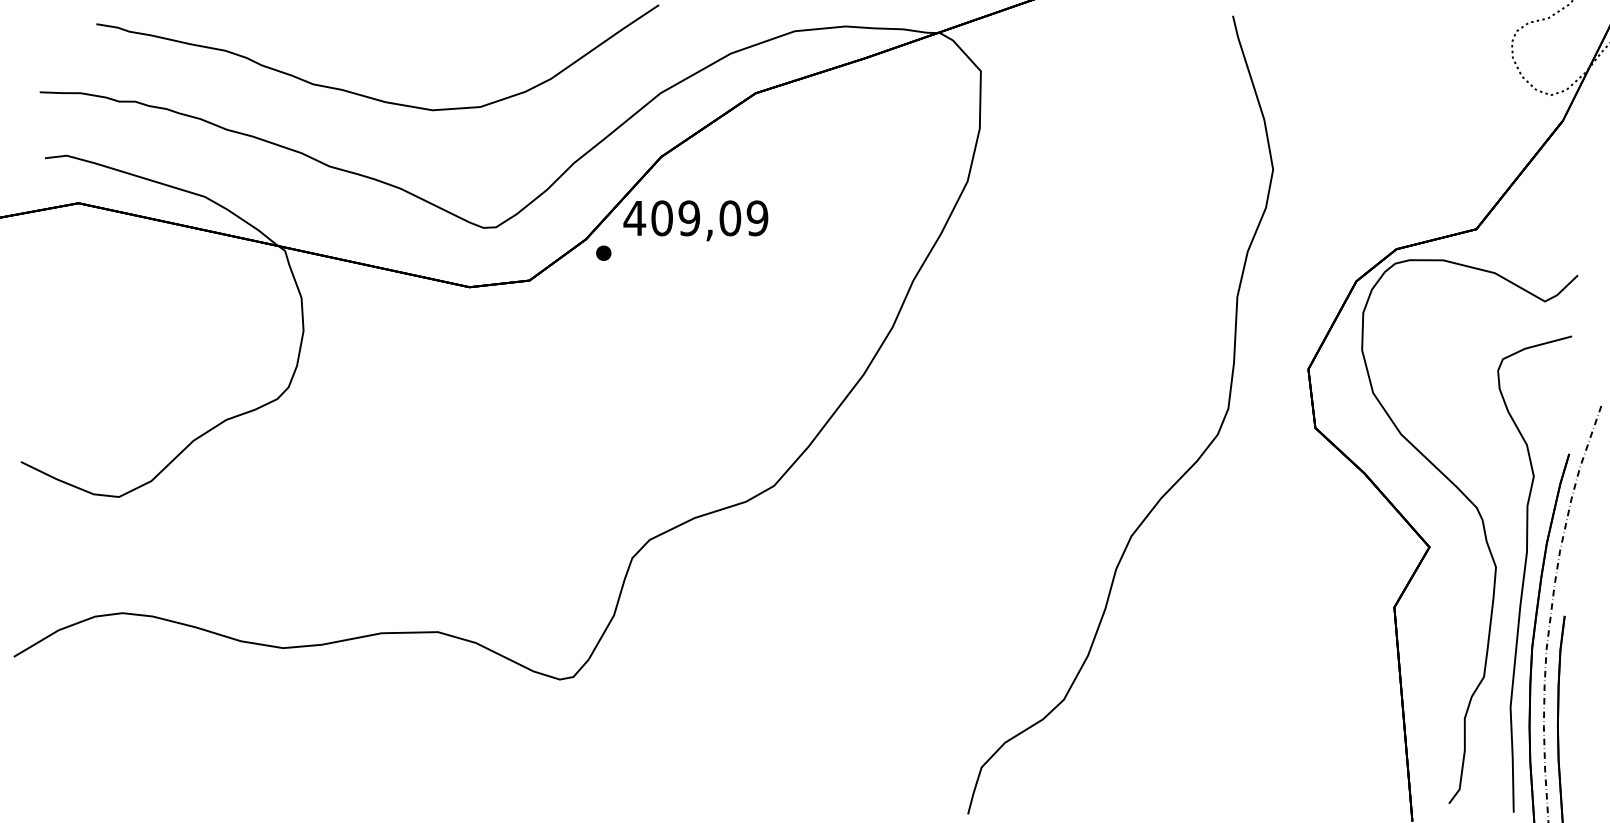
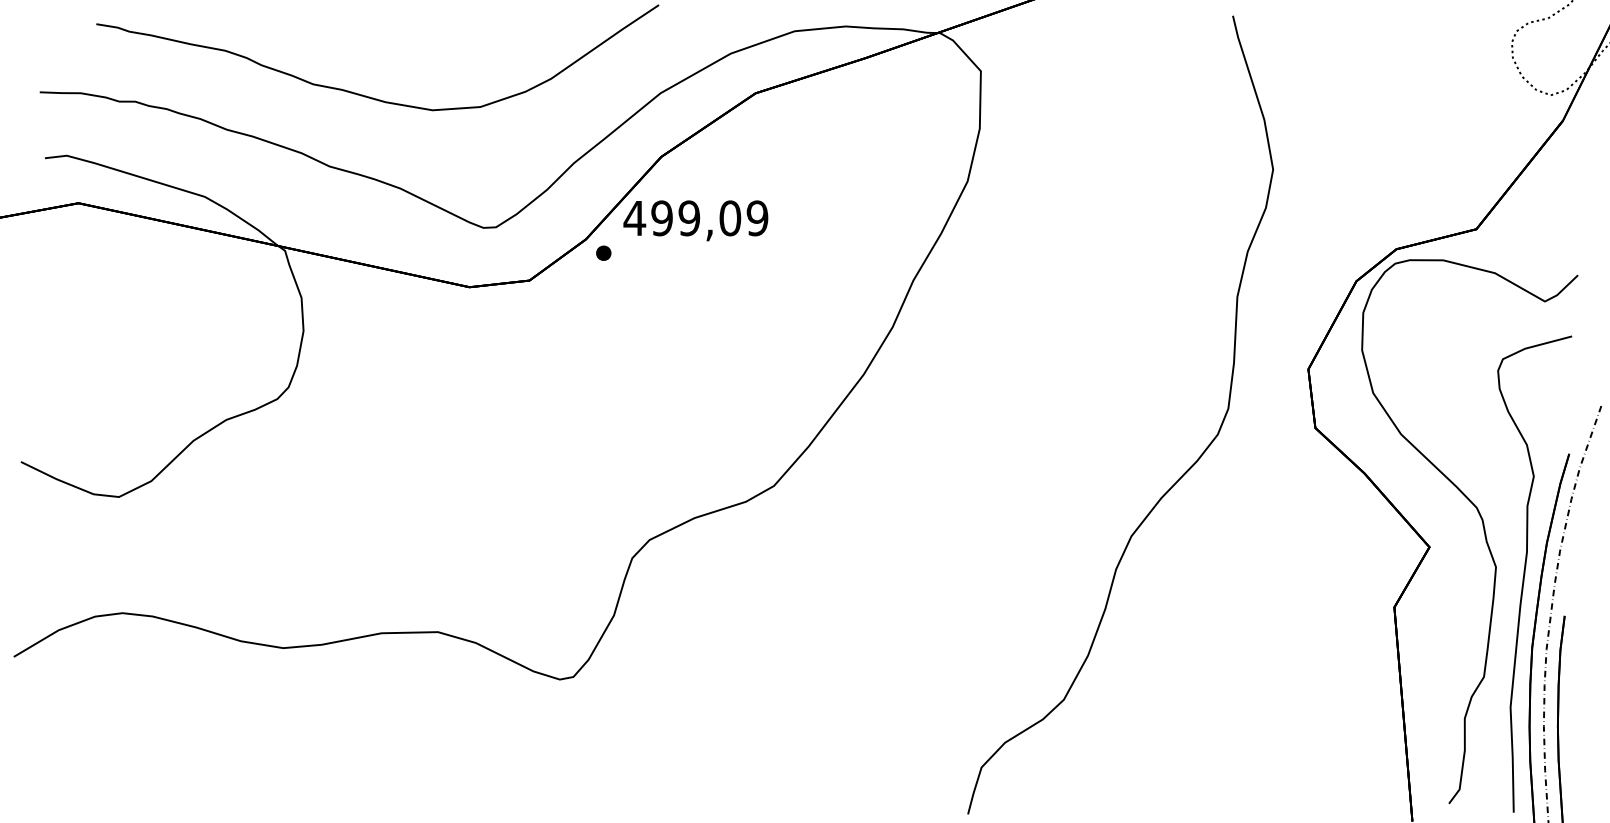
text at (661, 218): 409,09 -> 499,09
